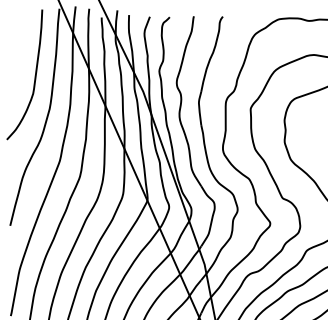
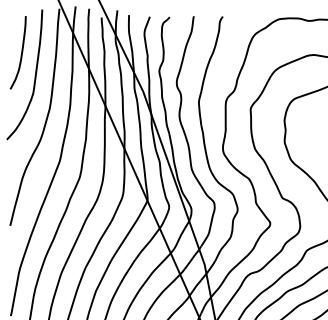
curve at (21, 52): none -> present
